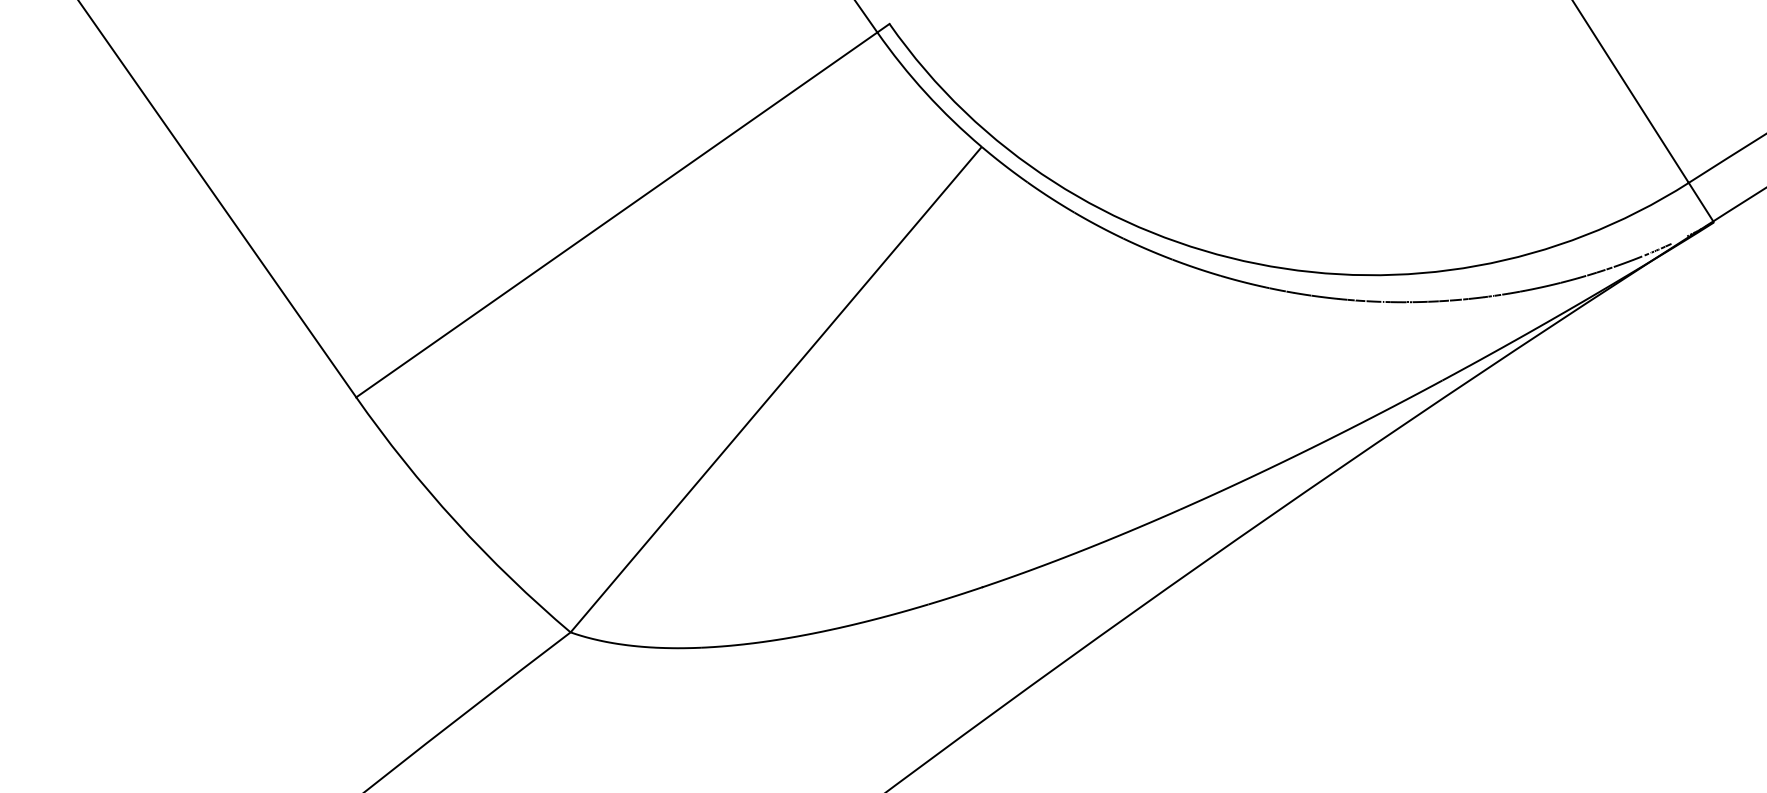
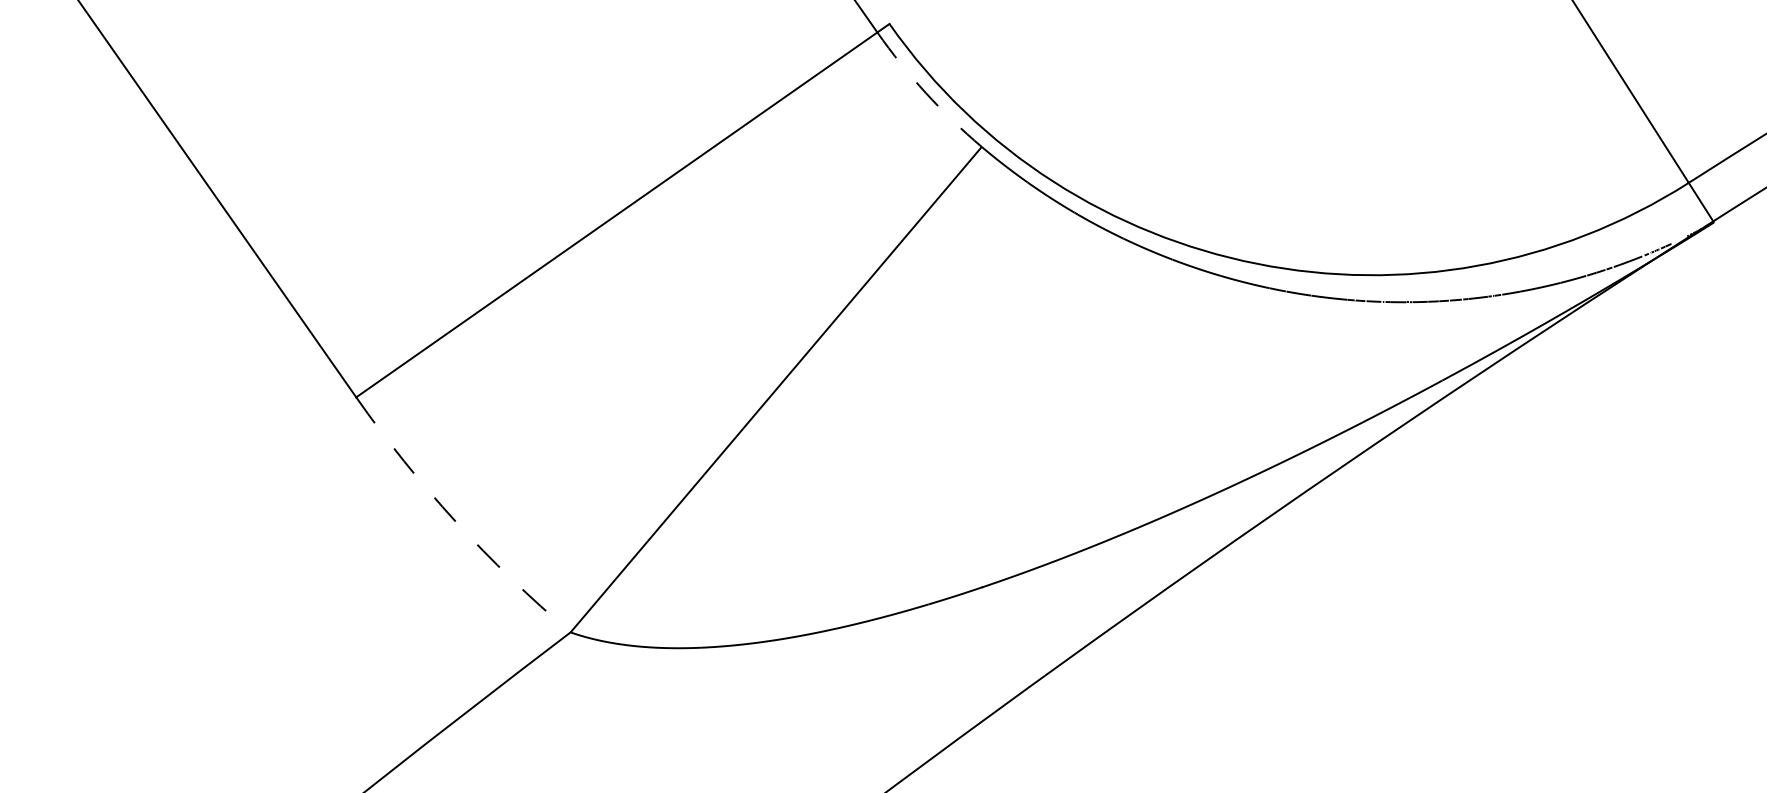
arc at (925, 93): solid -> dashed
arc at (455, 521): solid -> dashed
